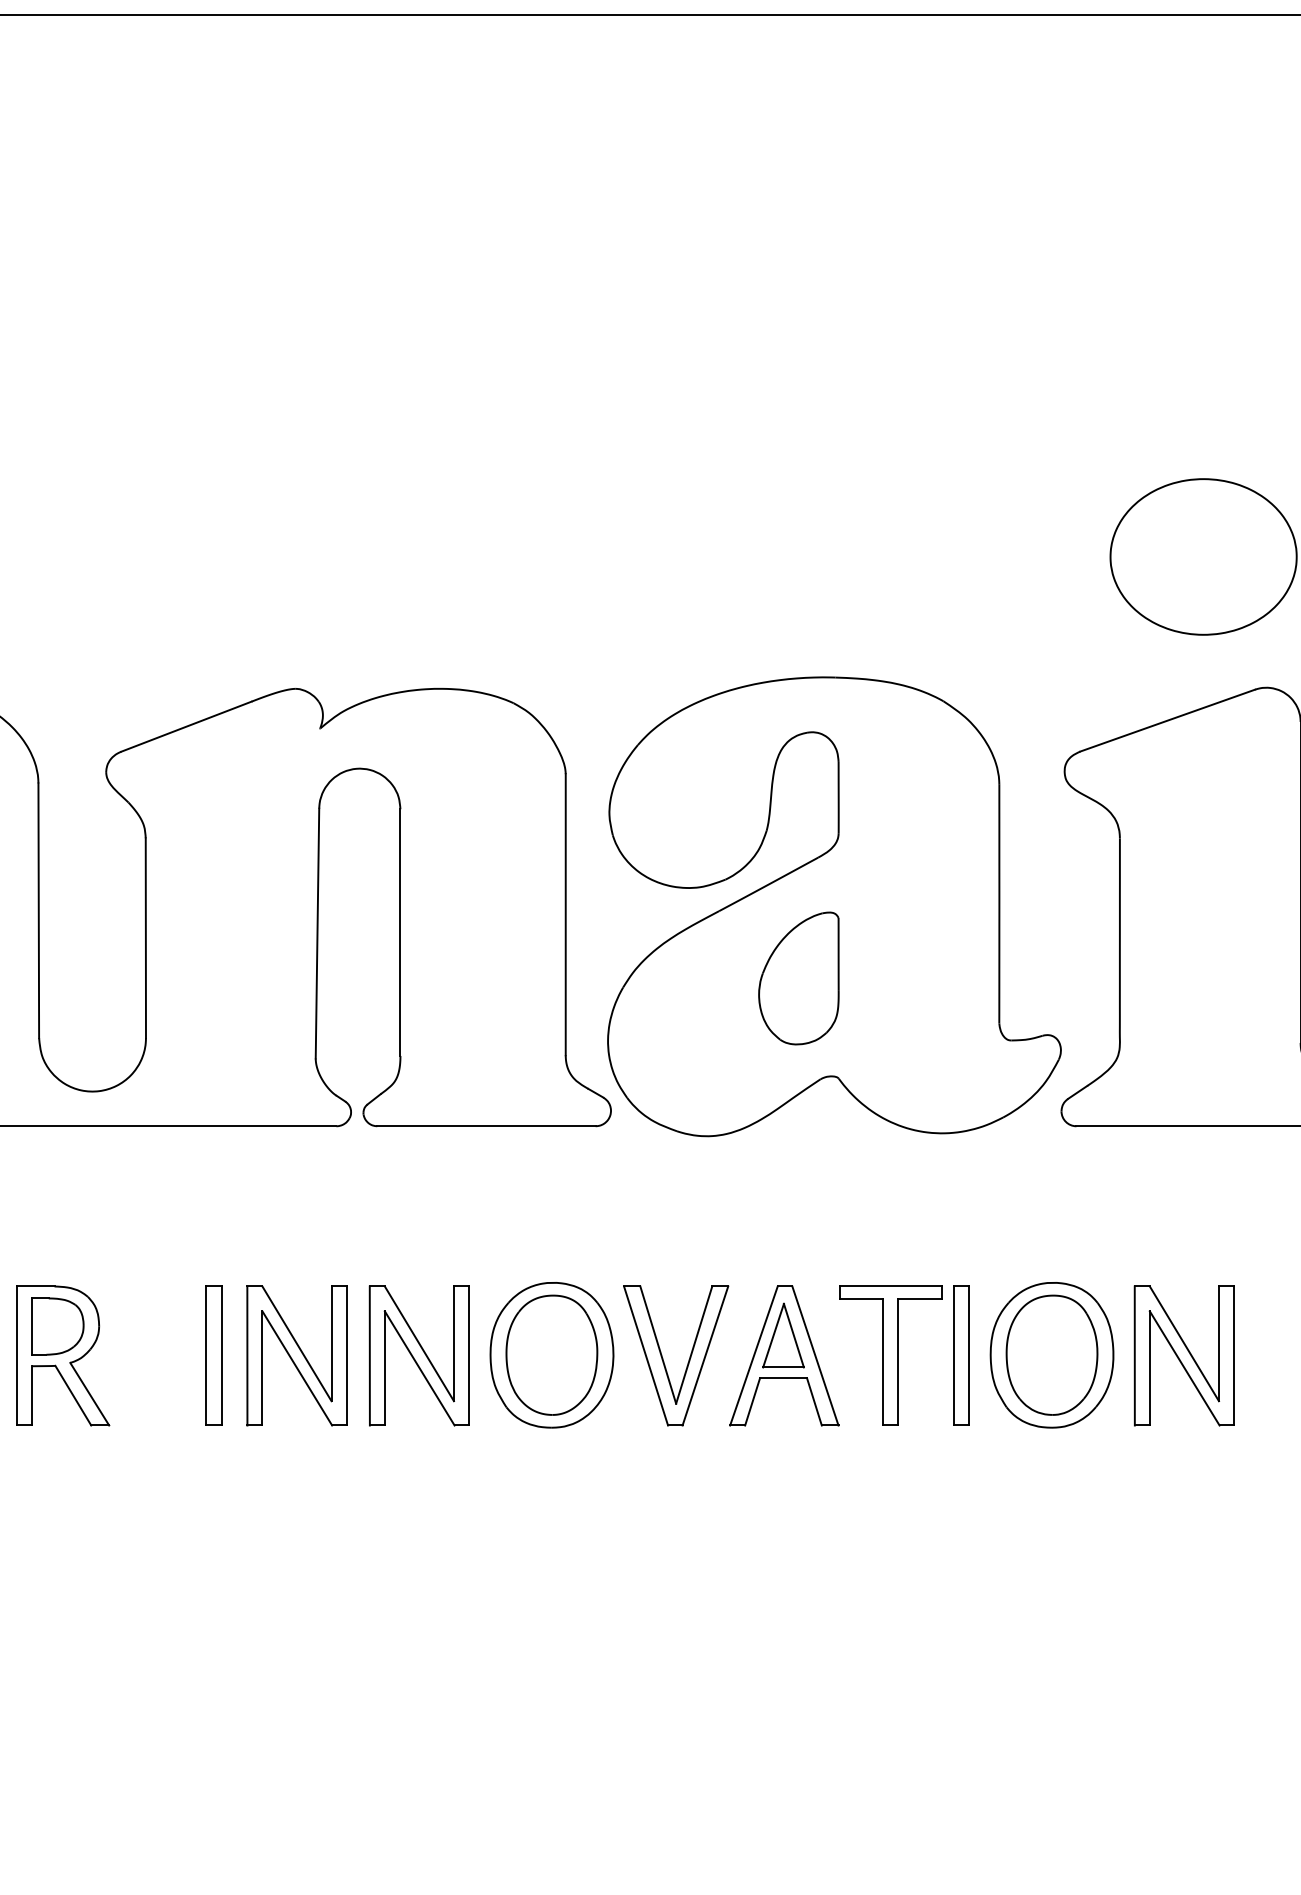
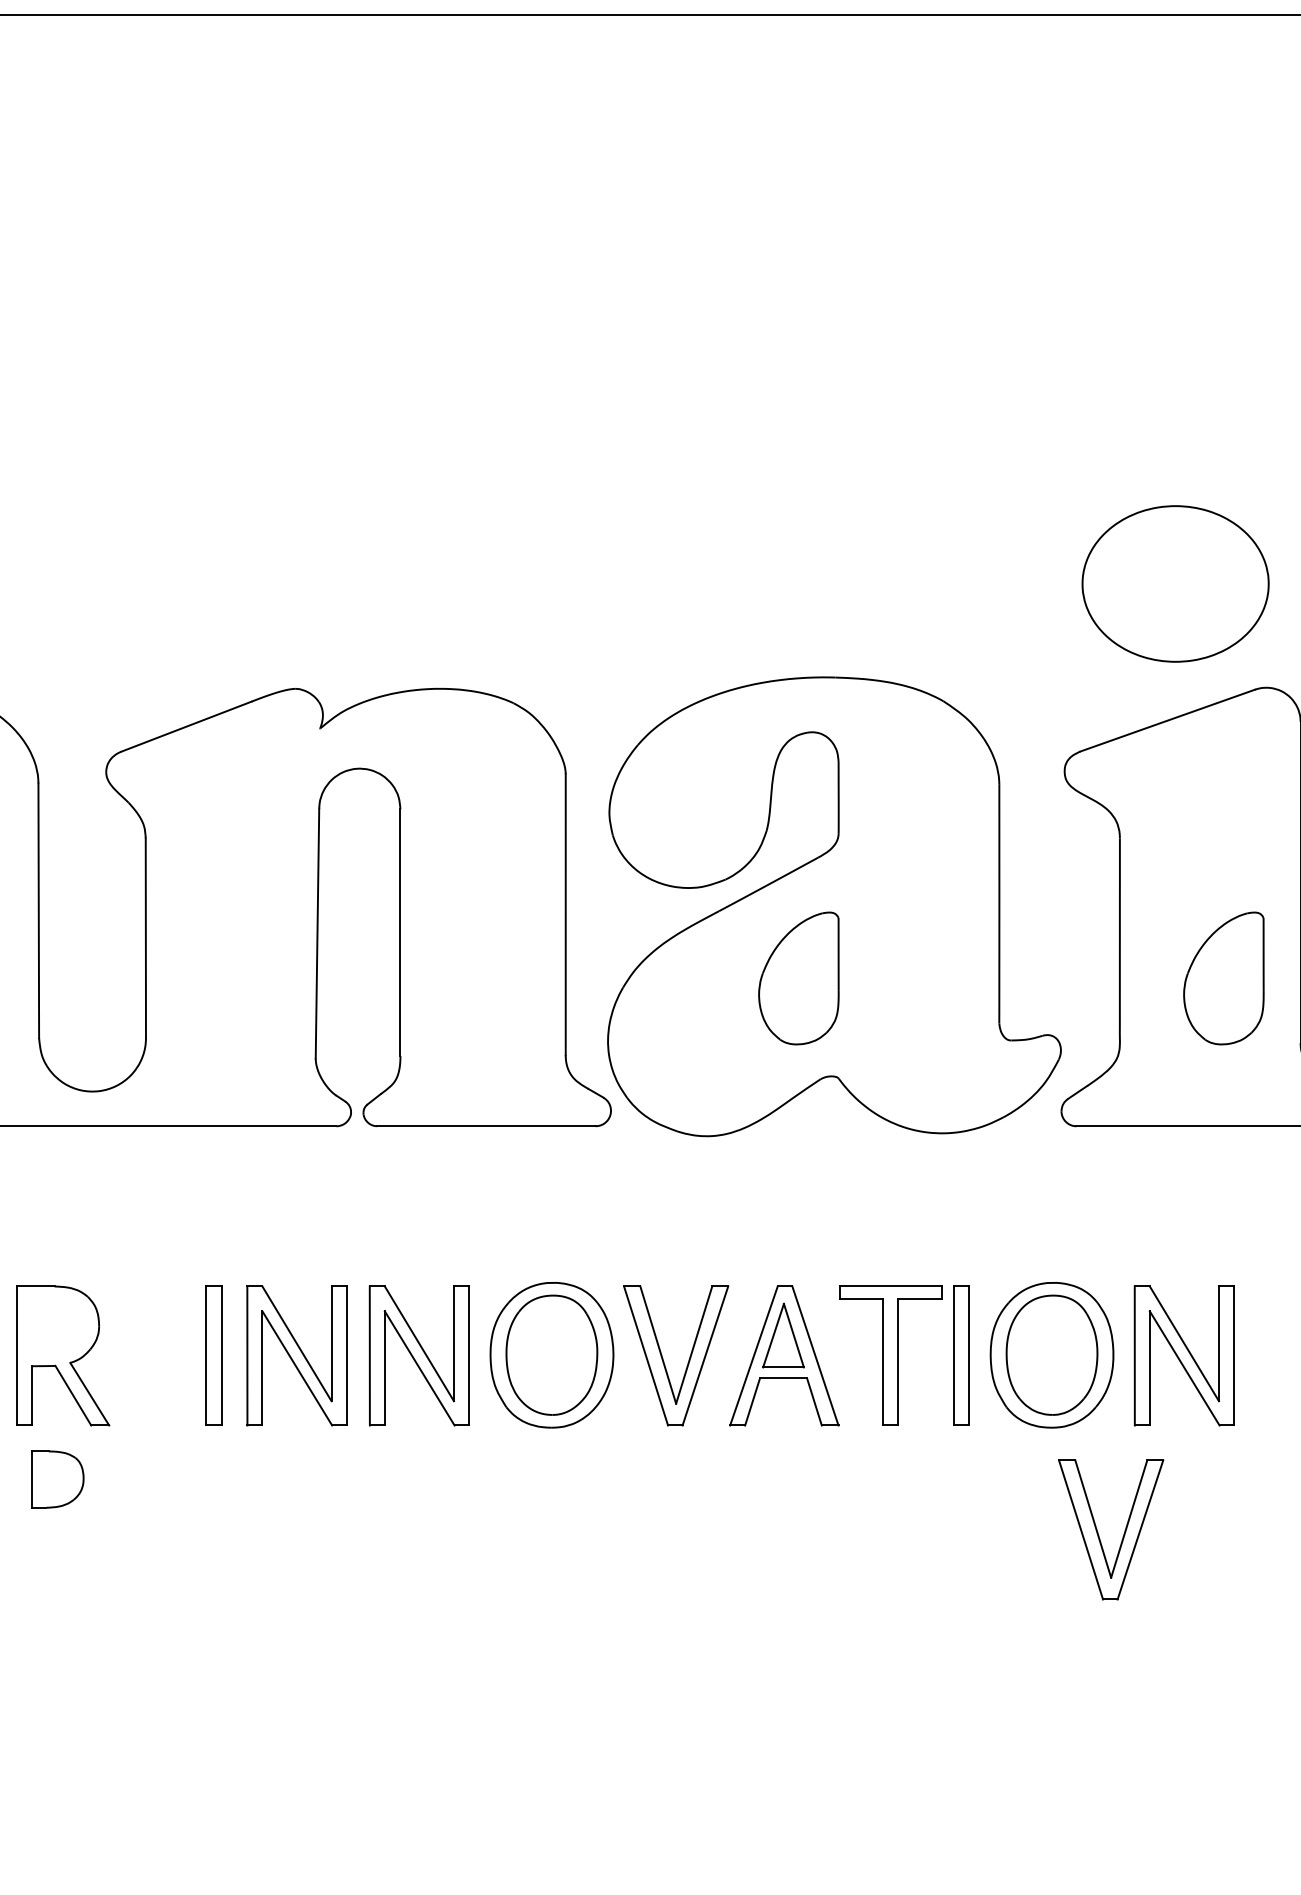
part at (1203, 556) position: (1203, 556) -> (1175, 583)
part at (1223, 978): none -> present
part at (57, 1326) position: (57, 1326) -> (57, 1479)
part at (1123, 1533): none -> present
